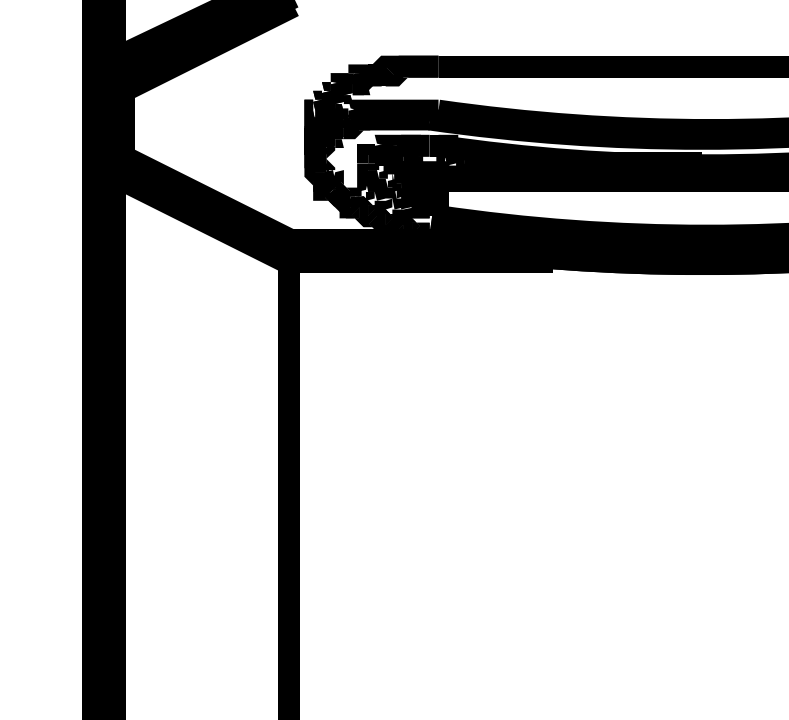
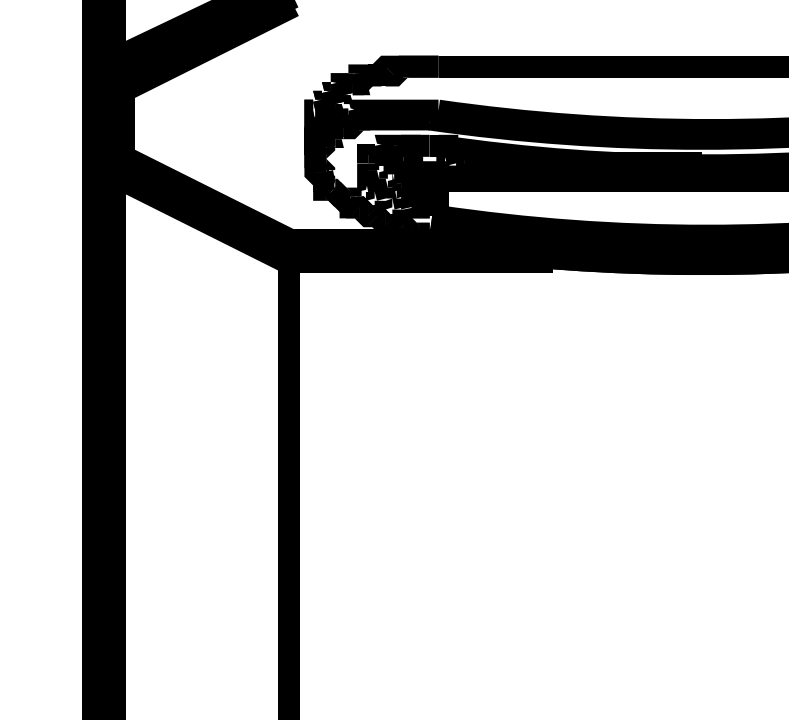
fill at (338, 179): present -> none
